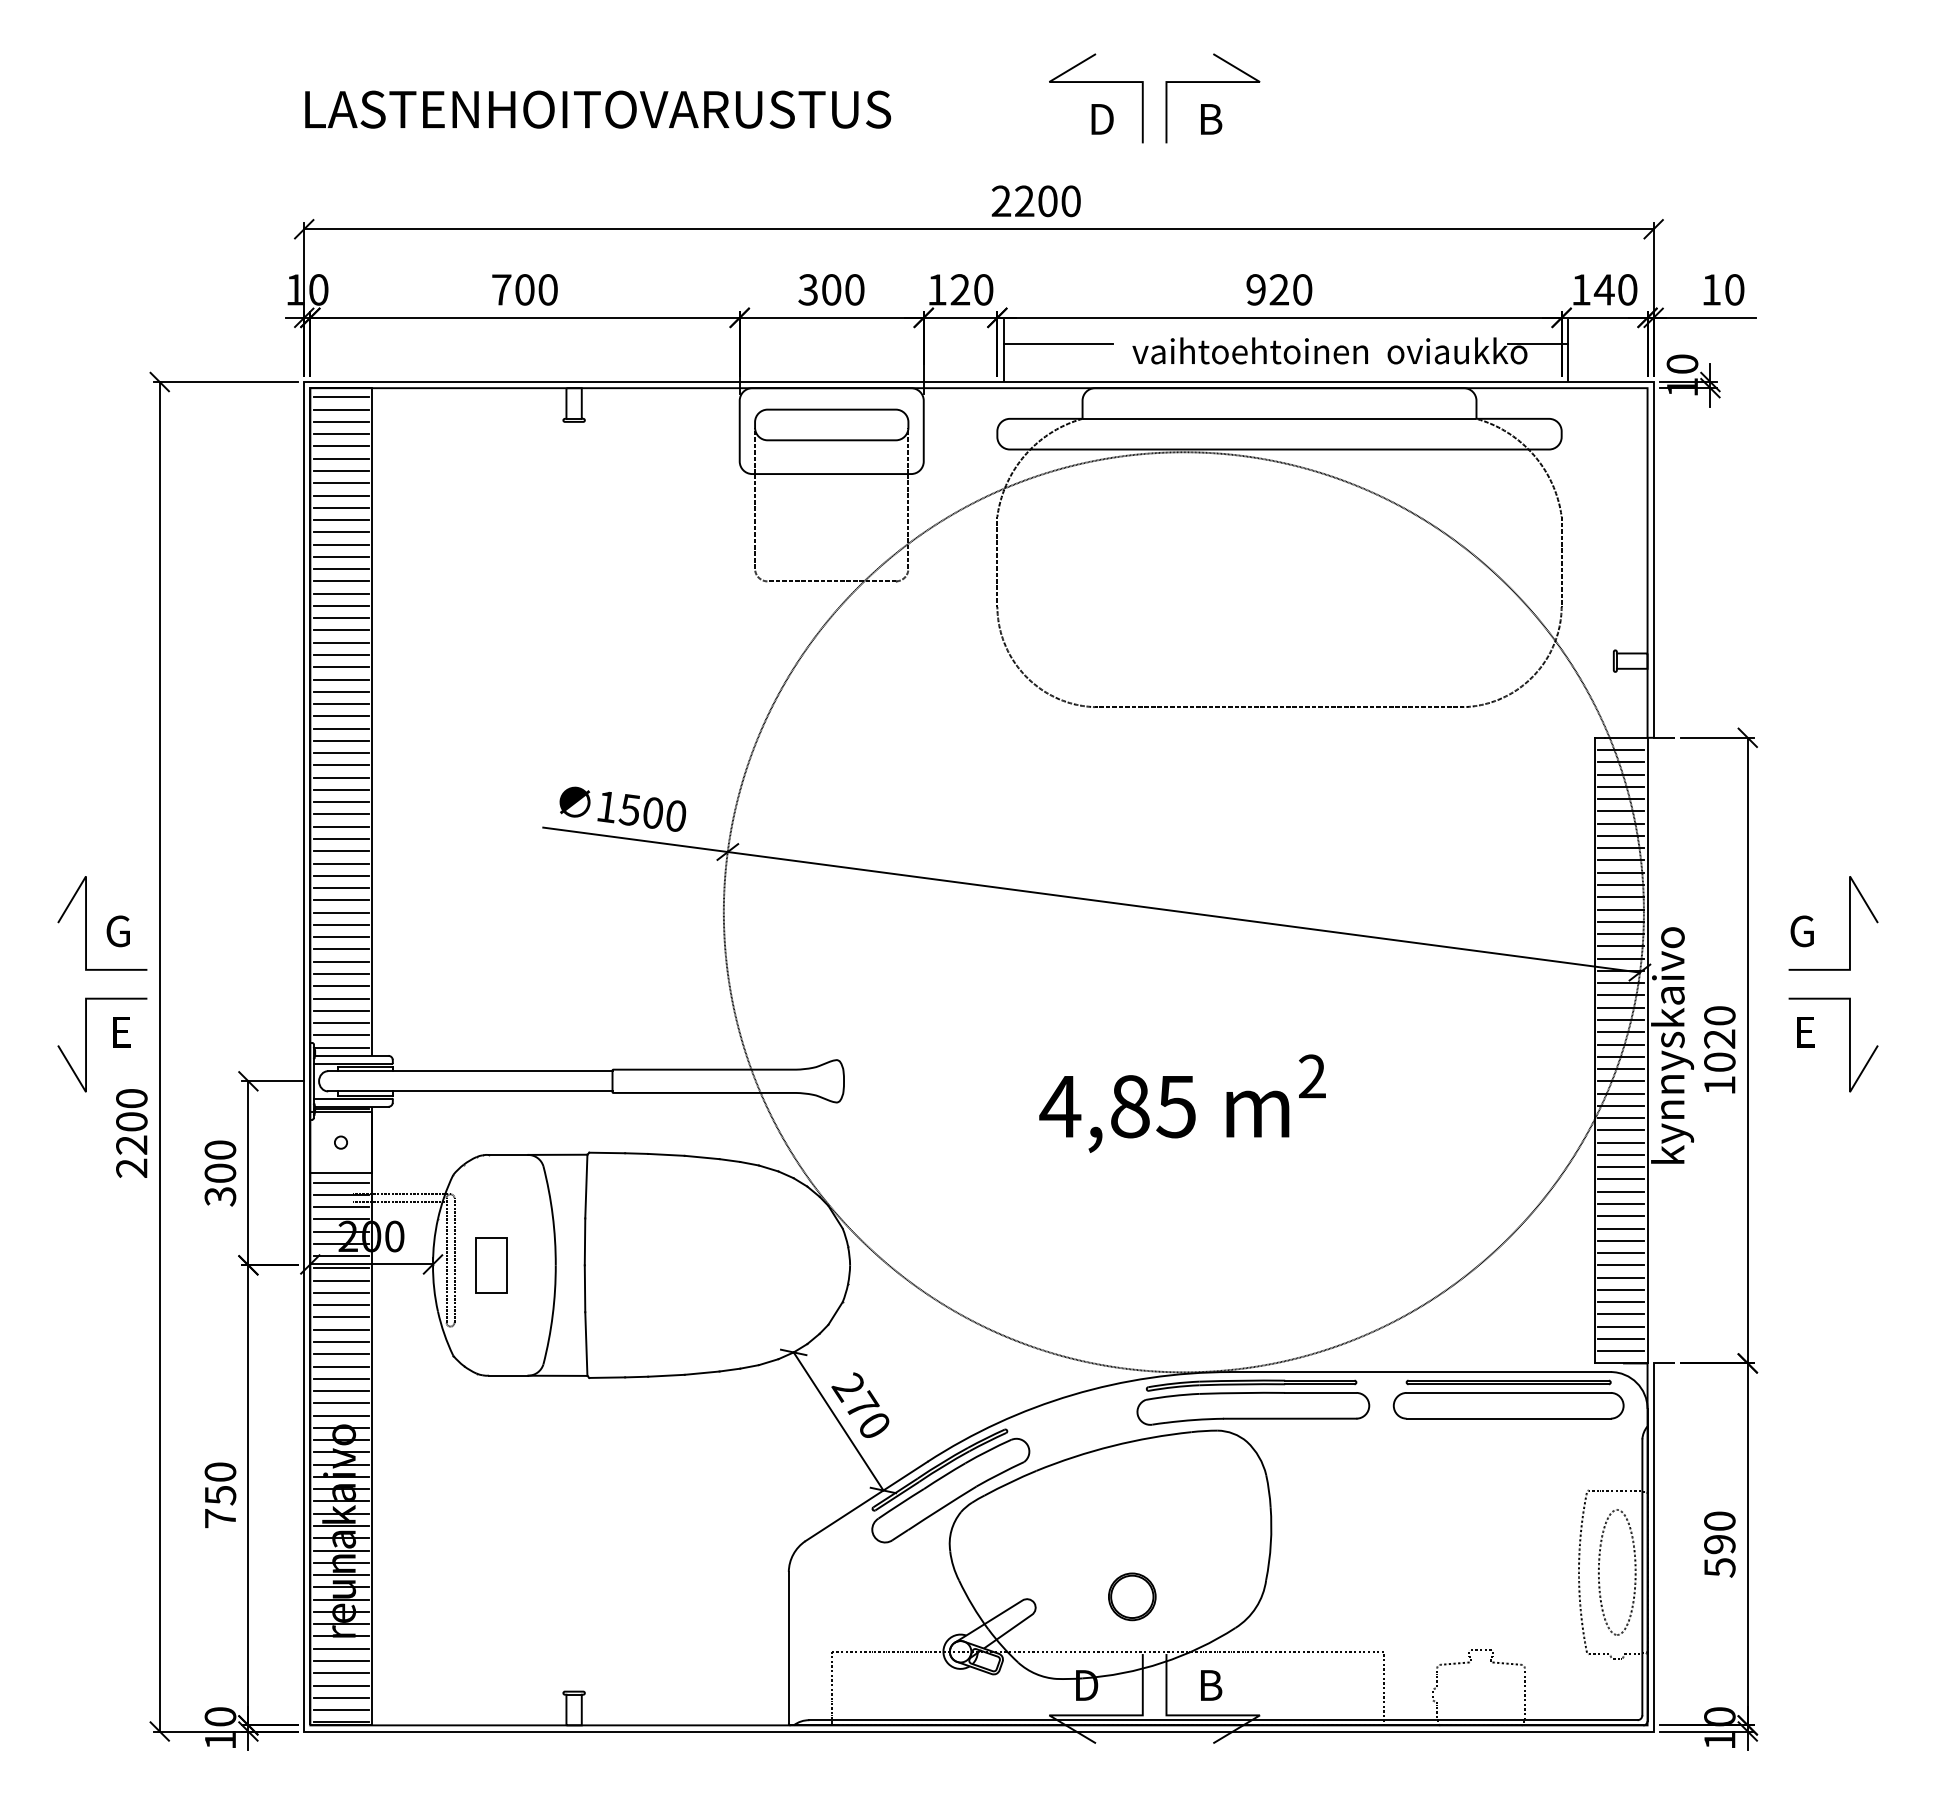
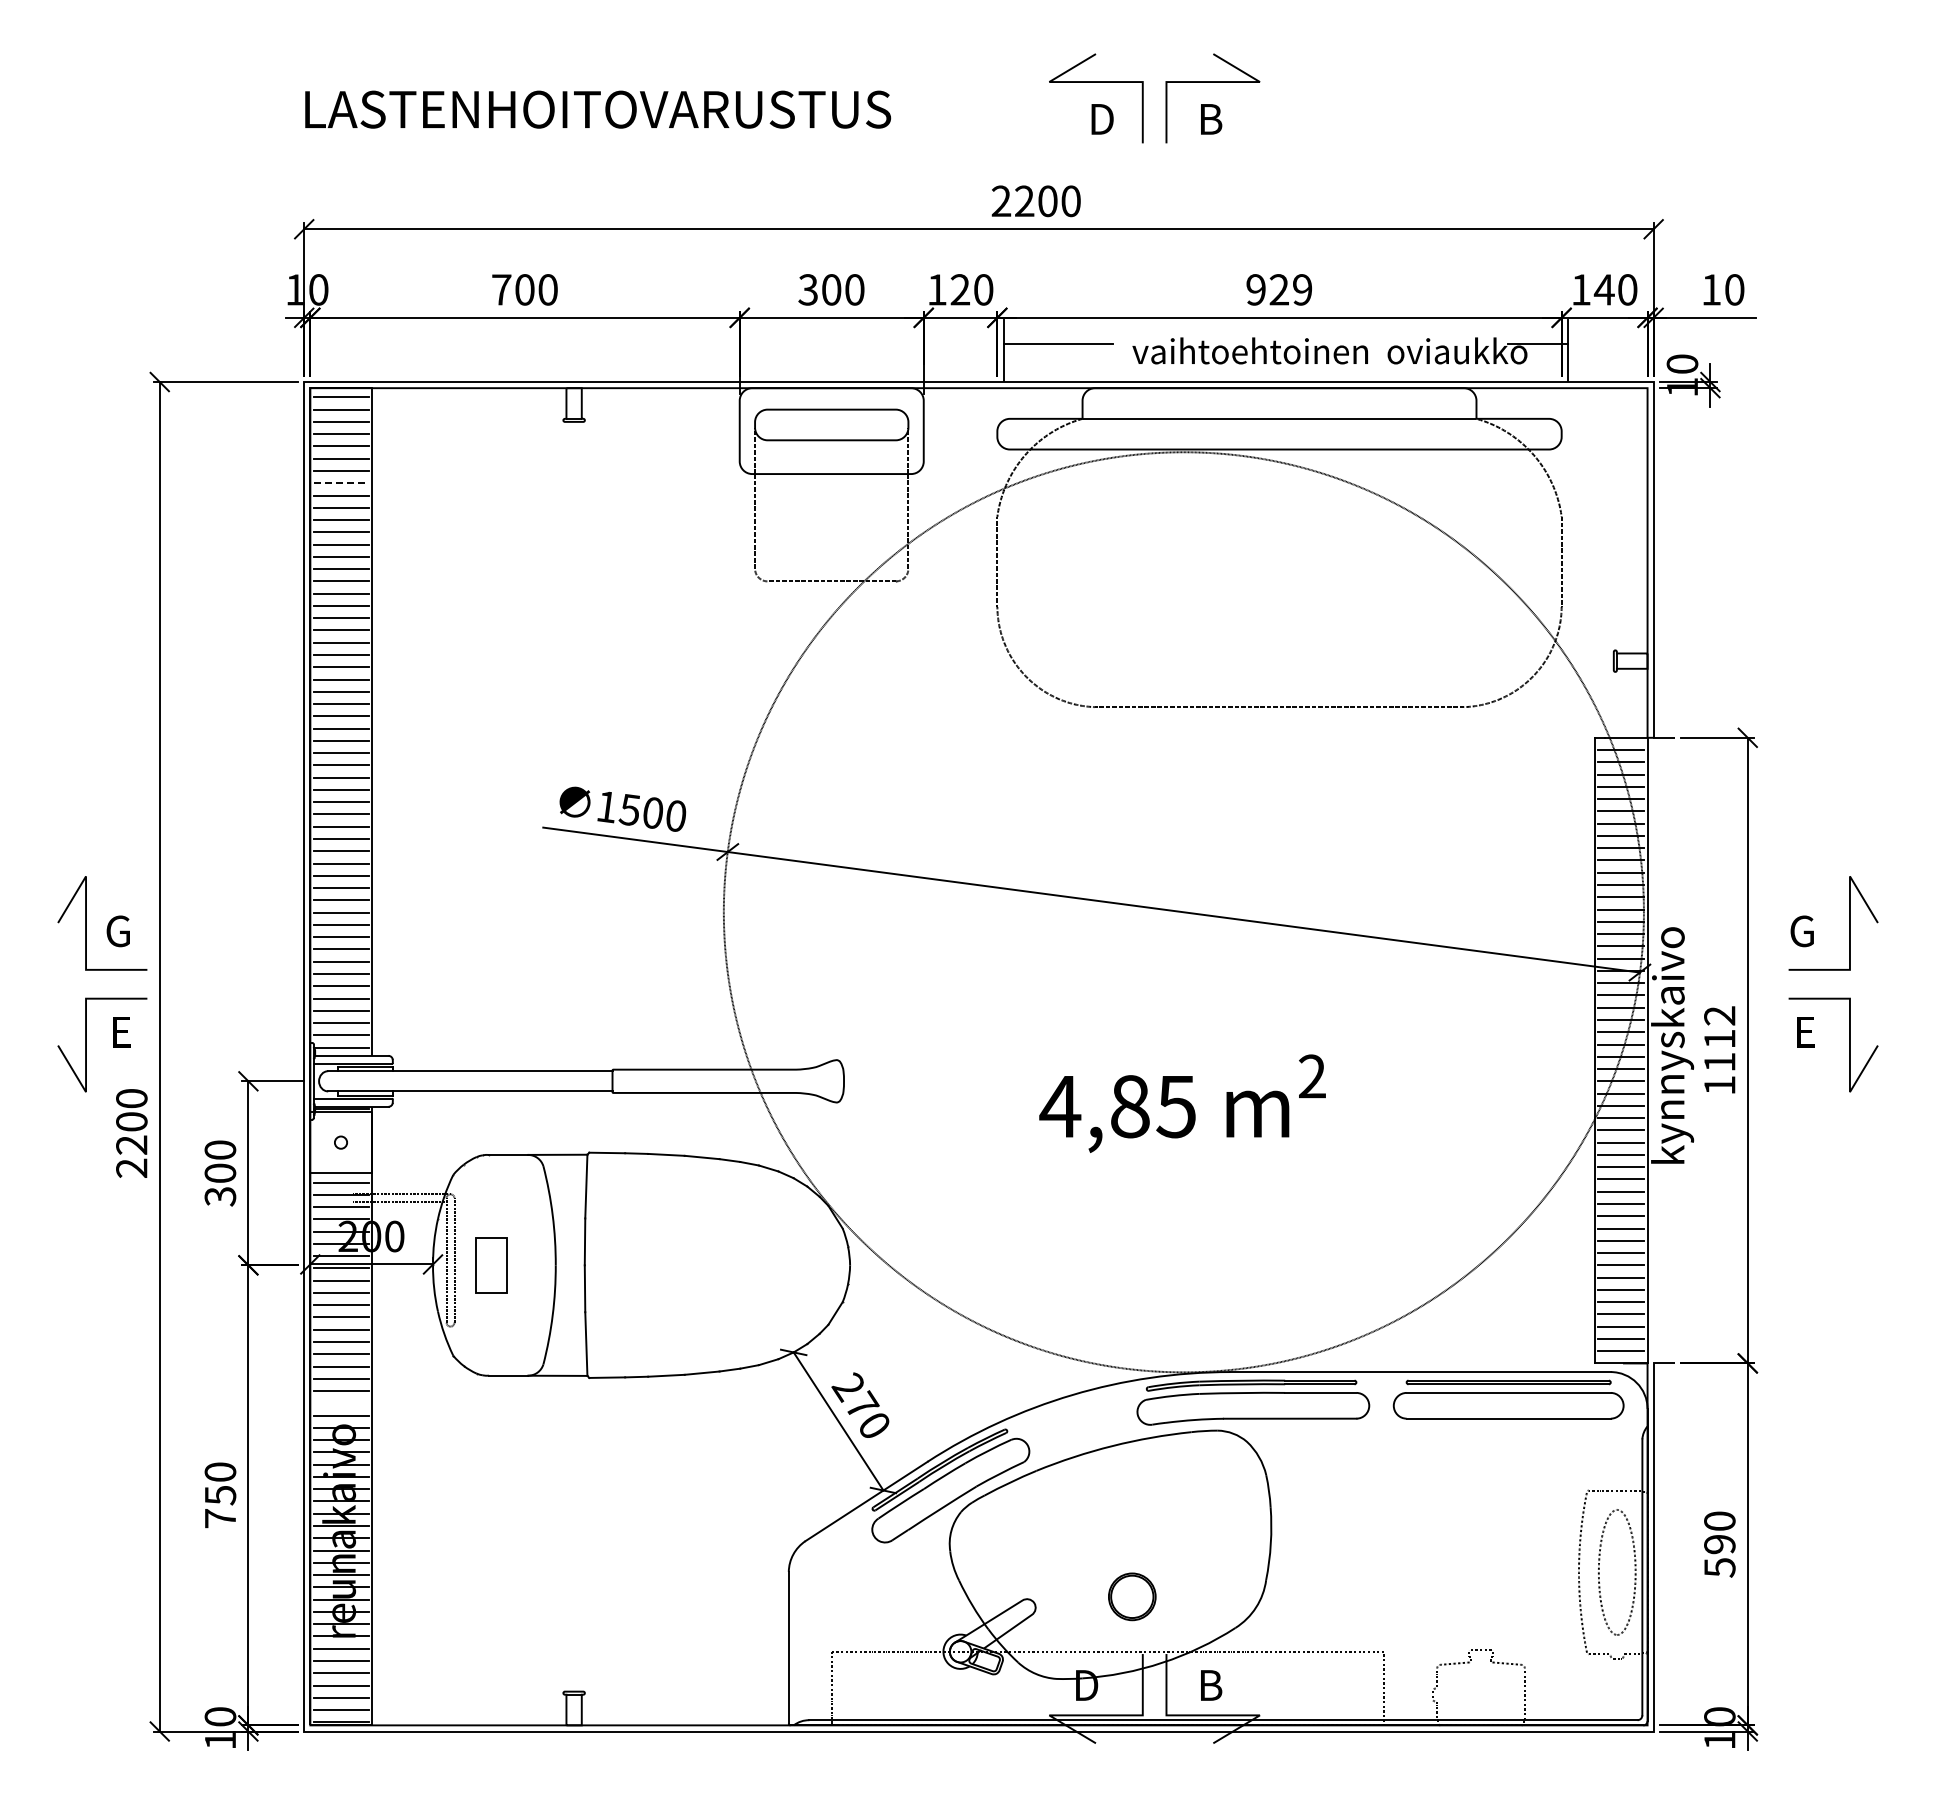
text at (1302, 289): 920 -> 929
line at (341, 483): solid -> dashed
text at (1719, 1038): 1020 -> 1112
line at (341, 1403): present -> none
